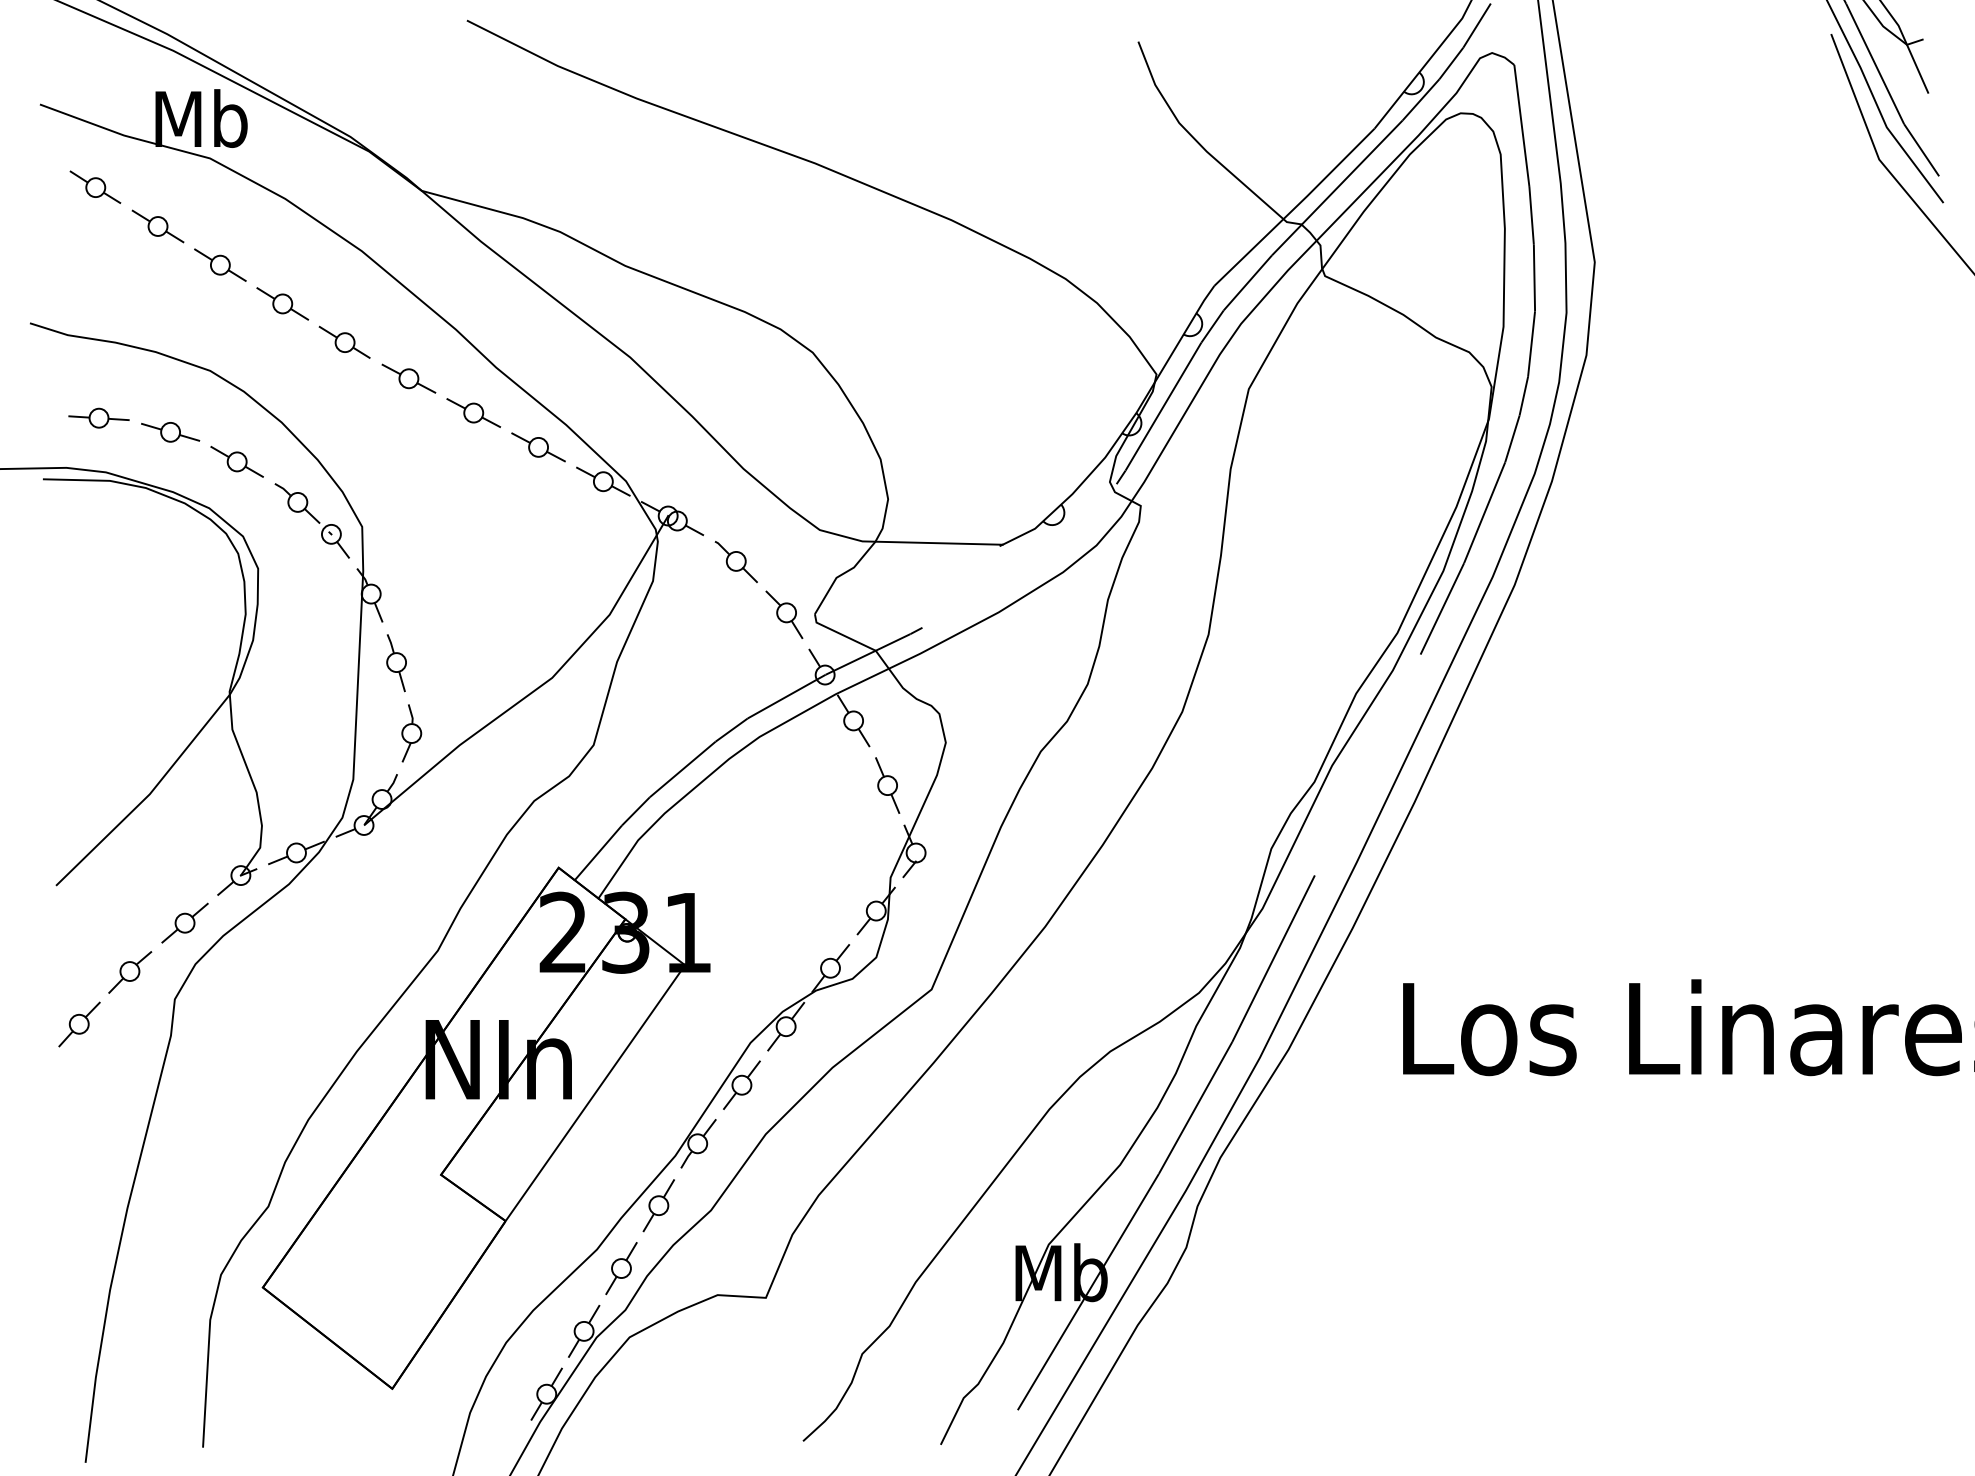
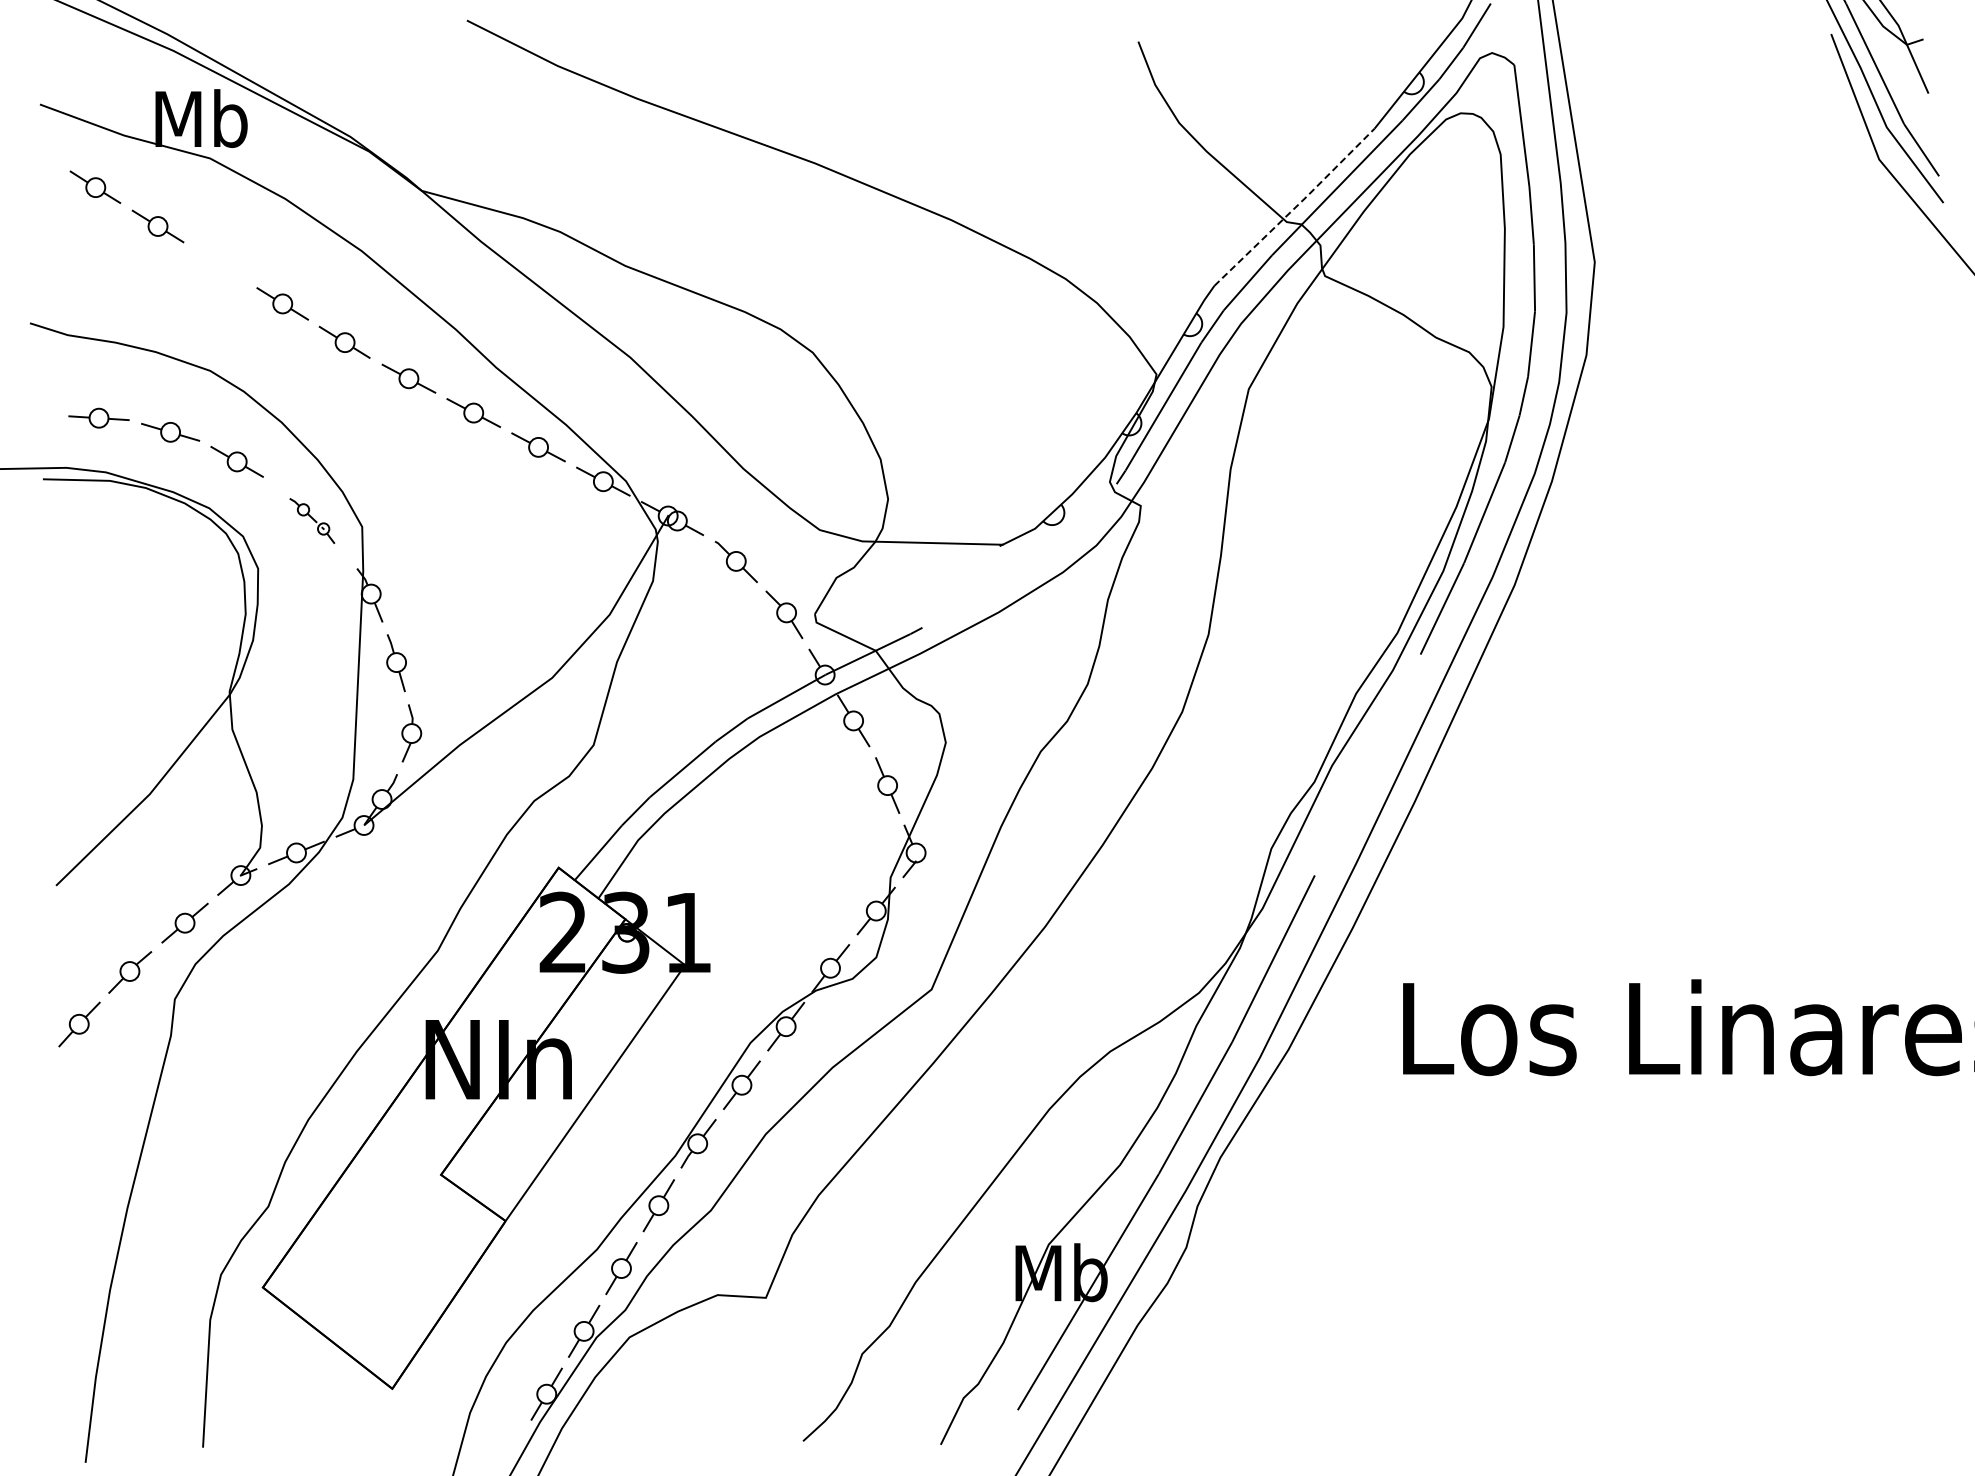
line at (1296, 207): solid -> dashed
part at (220, 264): present -> none
part at (311, 520) size: 76x76 px -> 47x46 px
